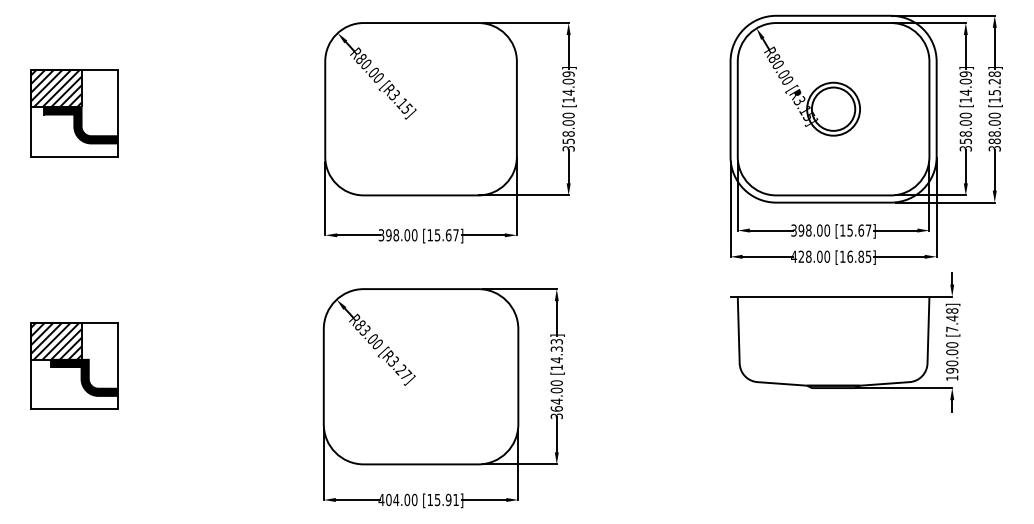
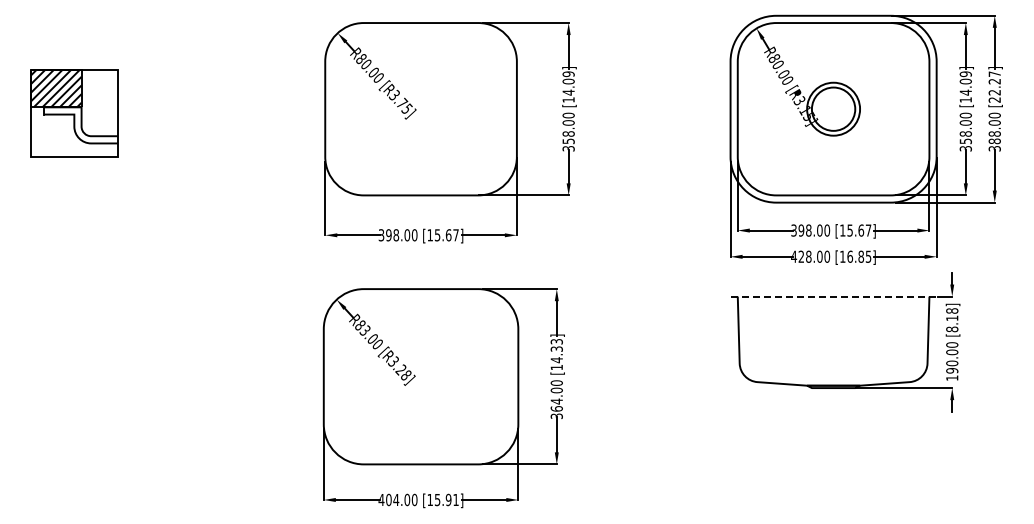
text at (994, 86): [15.28] -> [22.27]
text at (402, 103): [R3.15] -> [R3.75]
fill at (80, 125): present -> none
line at (834, 296): solid -> dashed
text at (952, 323): [7.48] -> [8.18]
part at (74, 365): present -> none
text at (406, 374): [R3.27] -> [R3.28]
